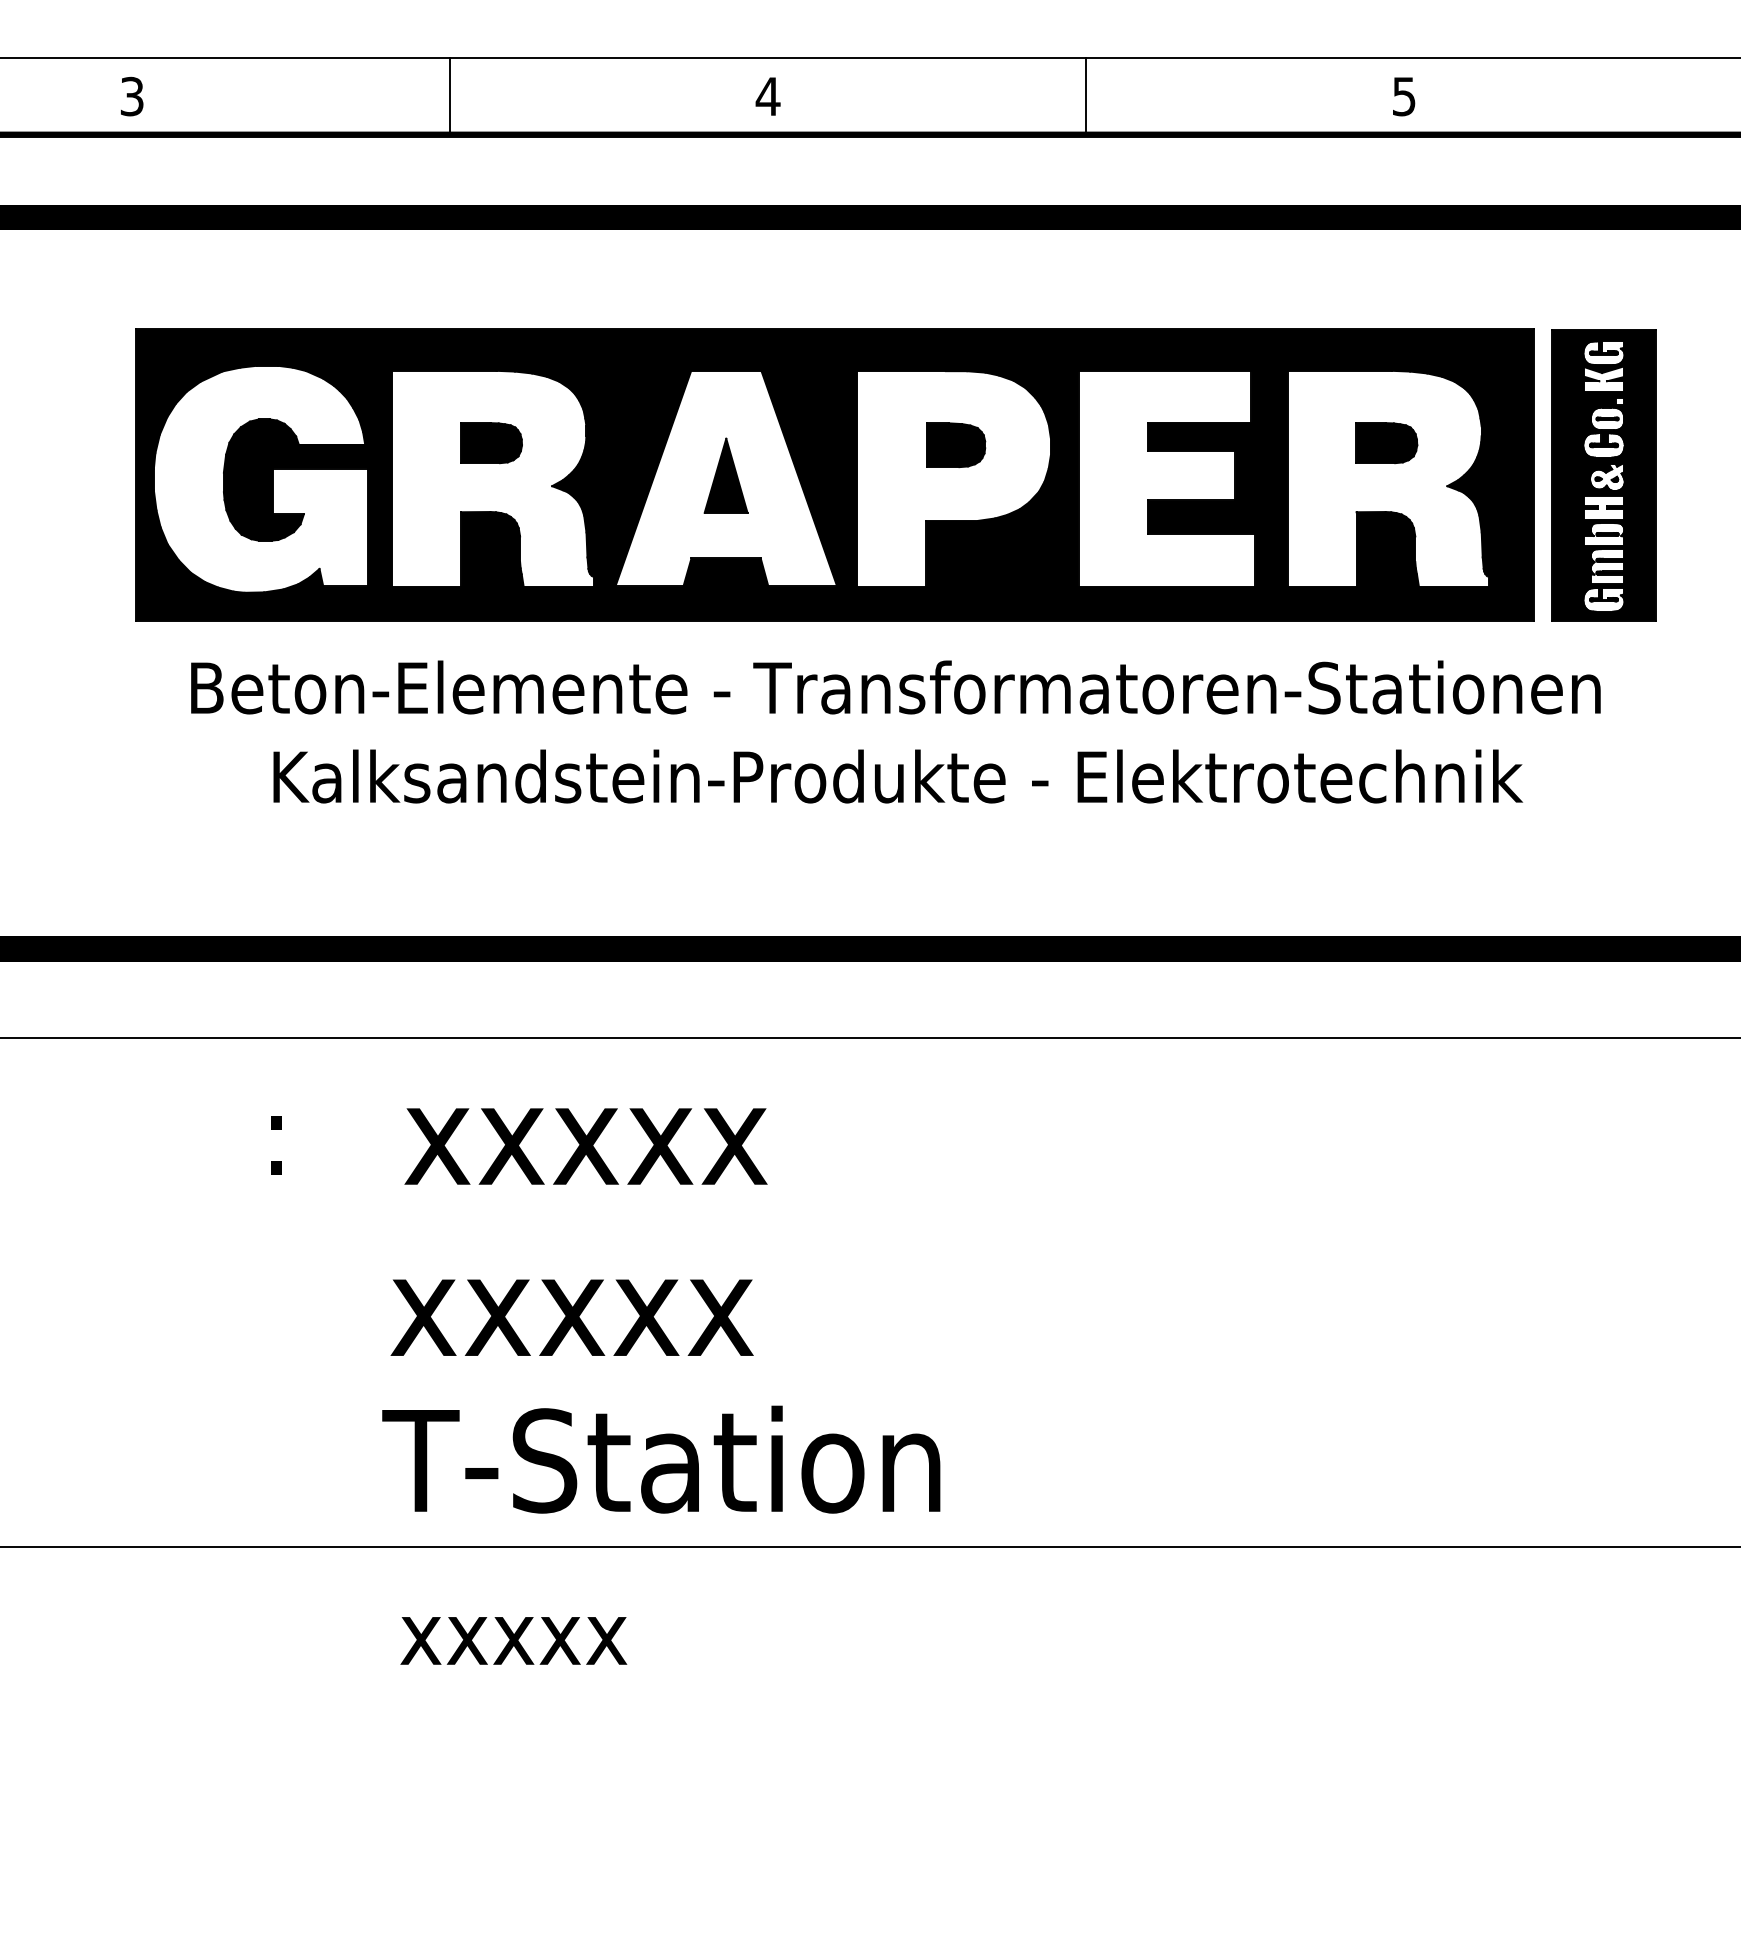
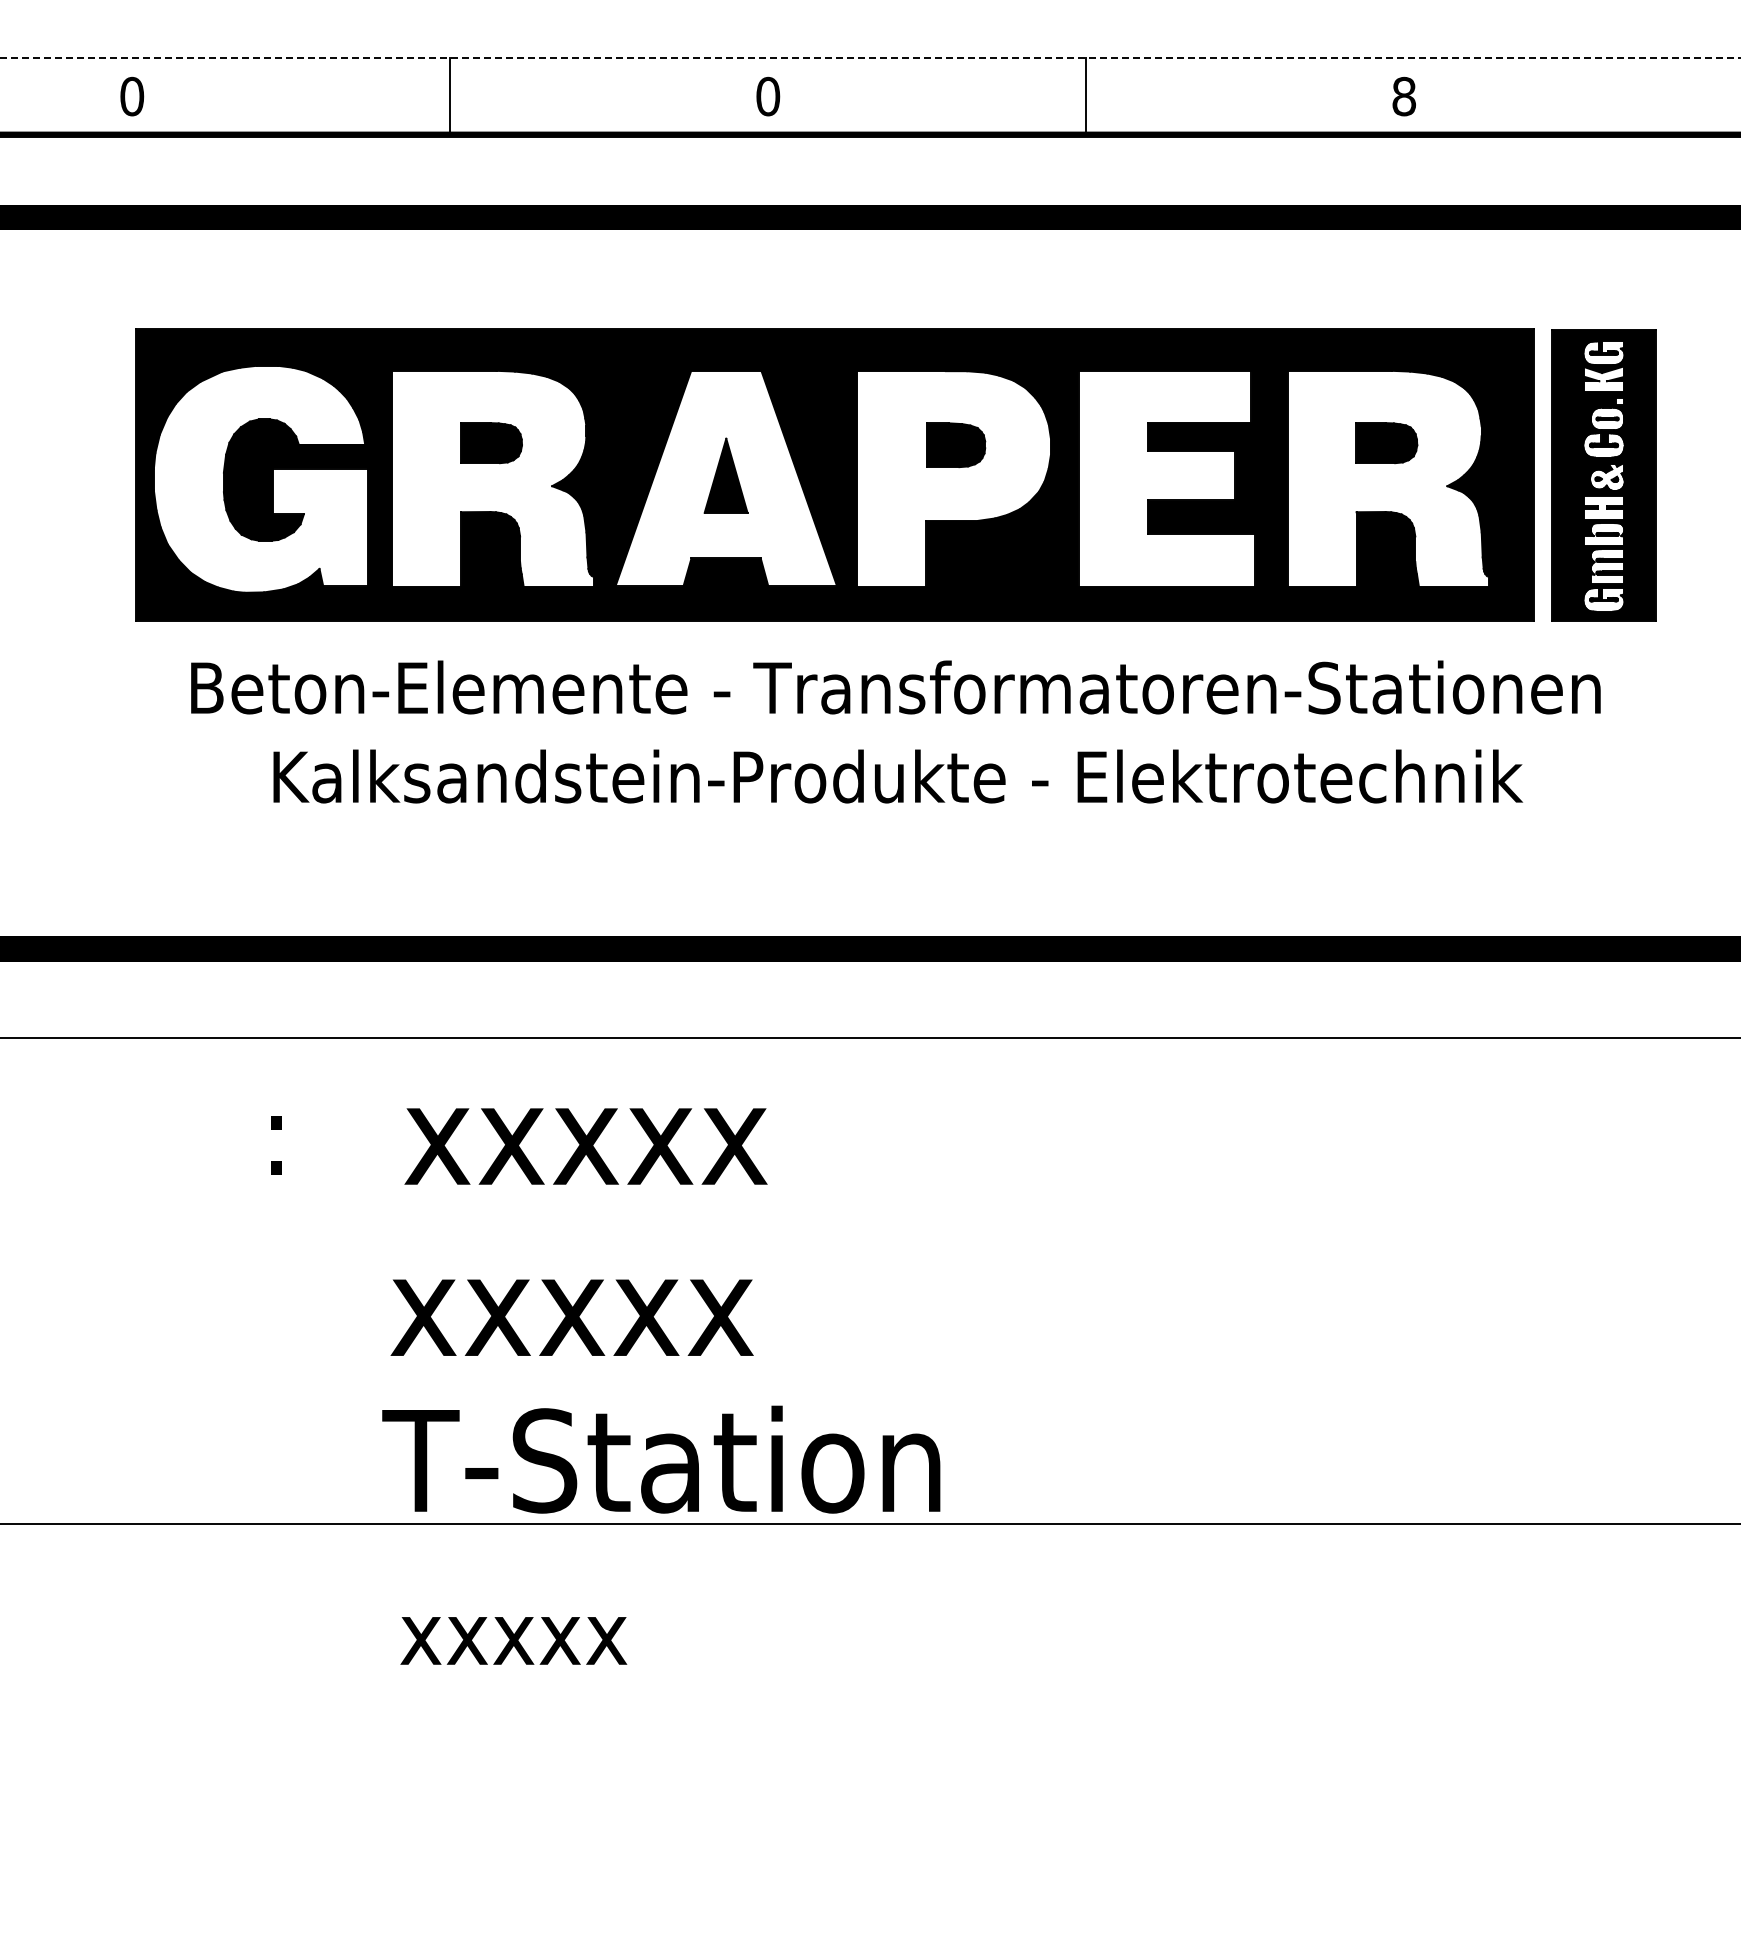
line at (870, 58): solid -> dashed
text at (132, 96): 3 -> 0
text at (767, 96): 4 -> 0
text at (1403, 96): 5 -> 8
line at (869, 1546) position: (869, 1546) -> (869, 1523)
